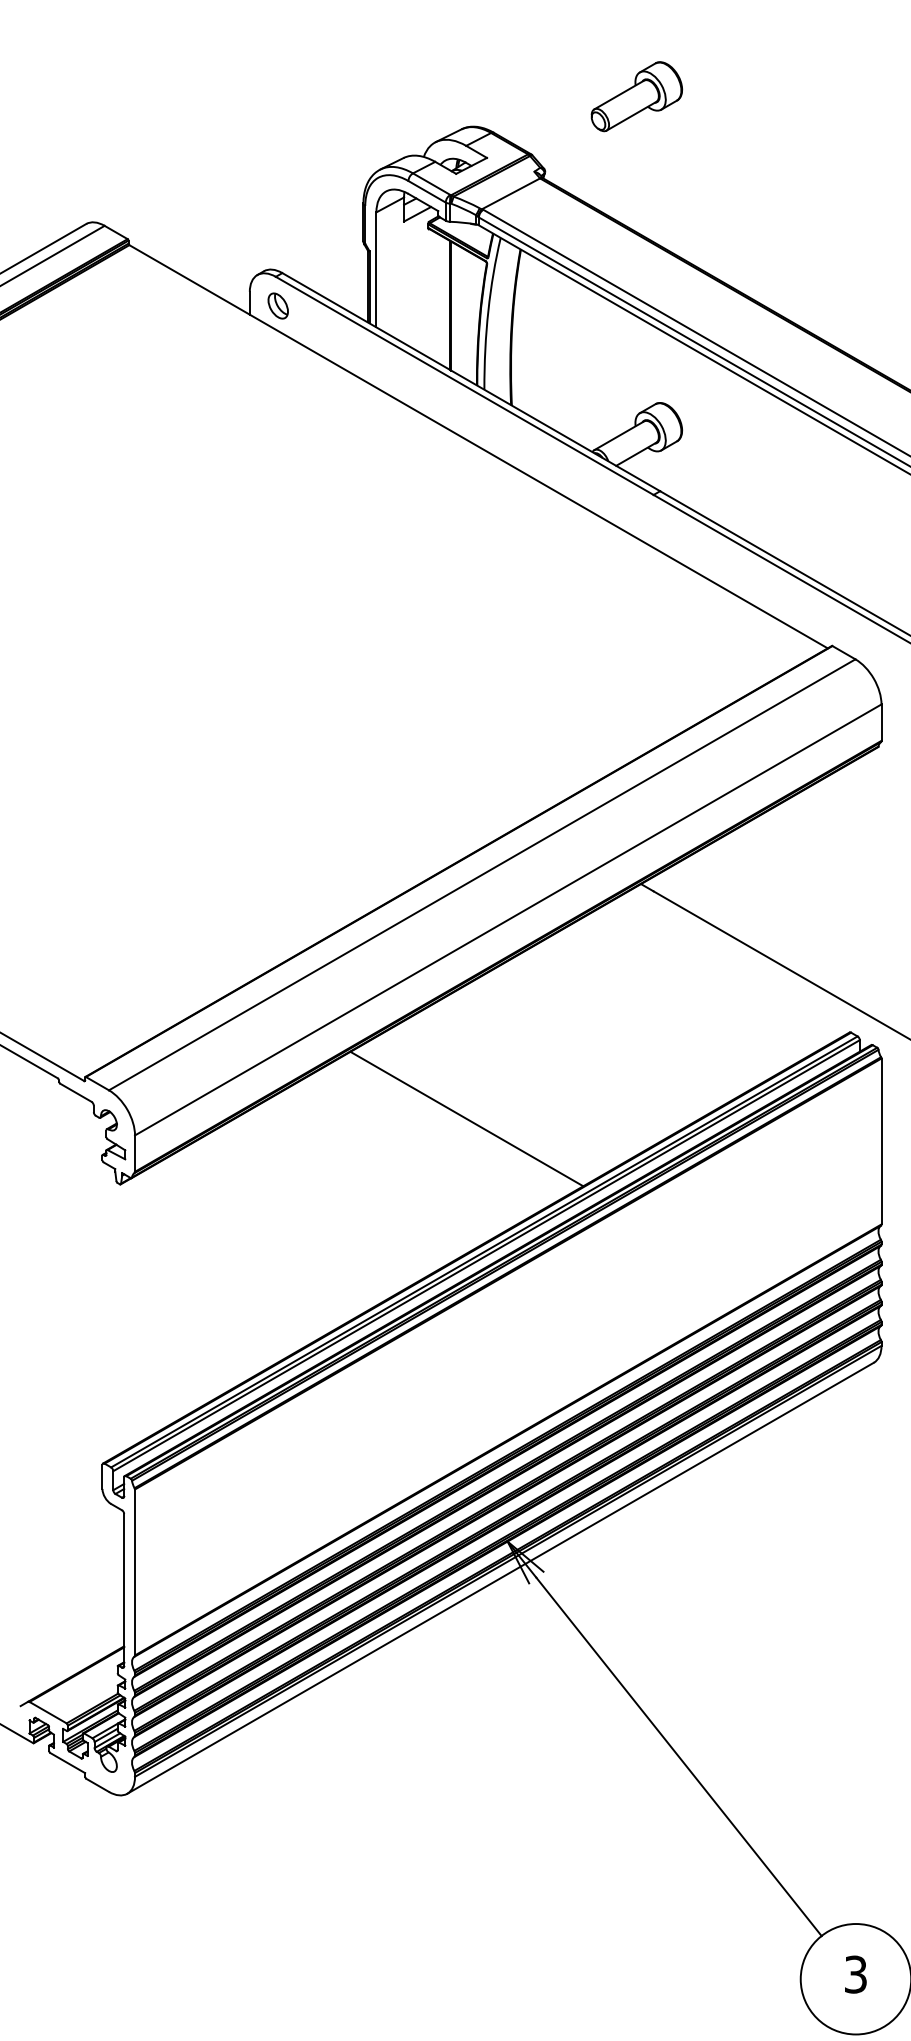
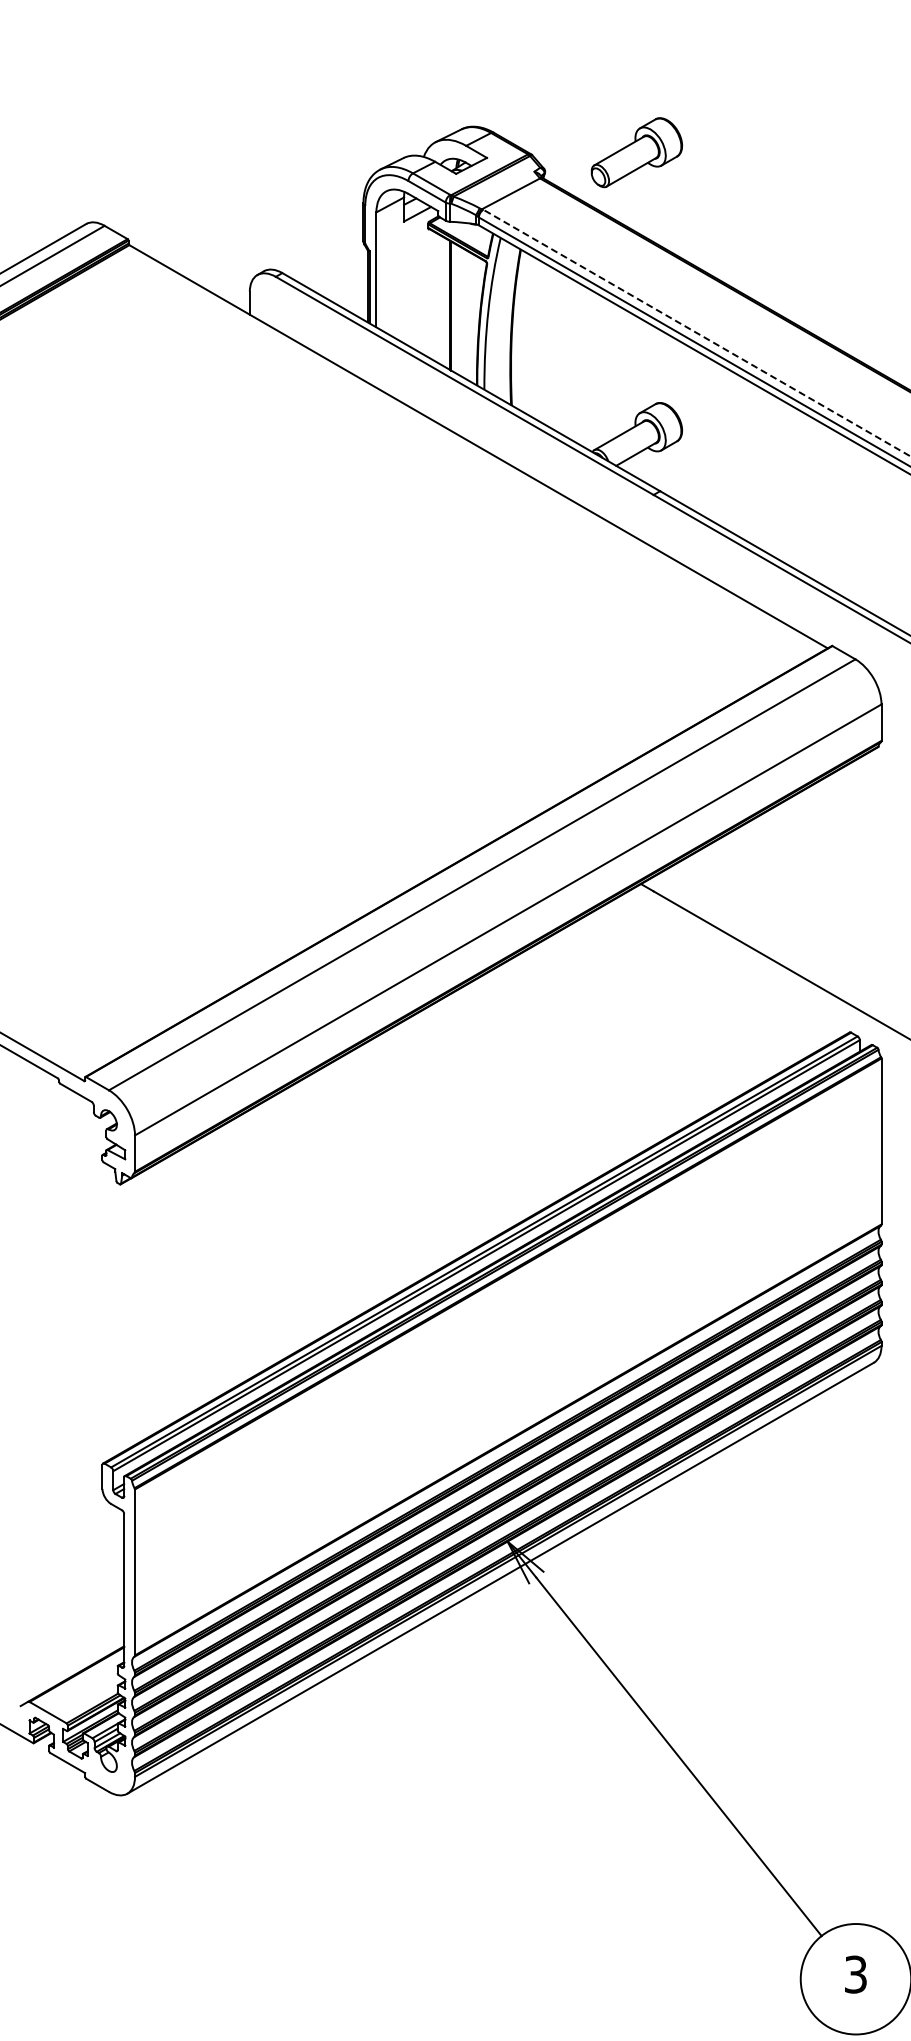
part at (636, 96) position: (636, 96) -> (636, 152)
part at (277, 305): present -> none
line at (697, 333): solid -> dashed
line at (466, 1118): present -> none
